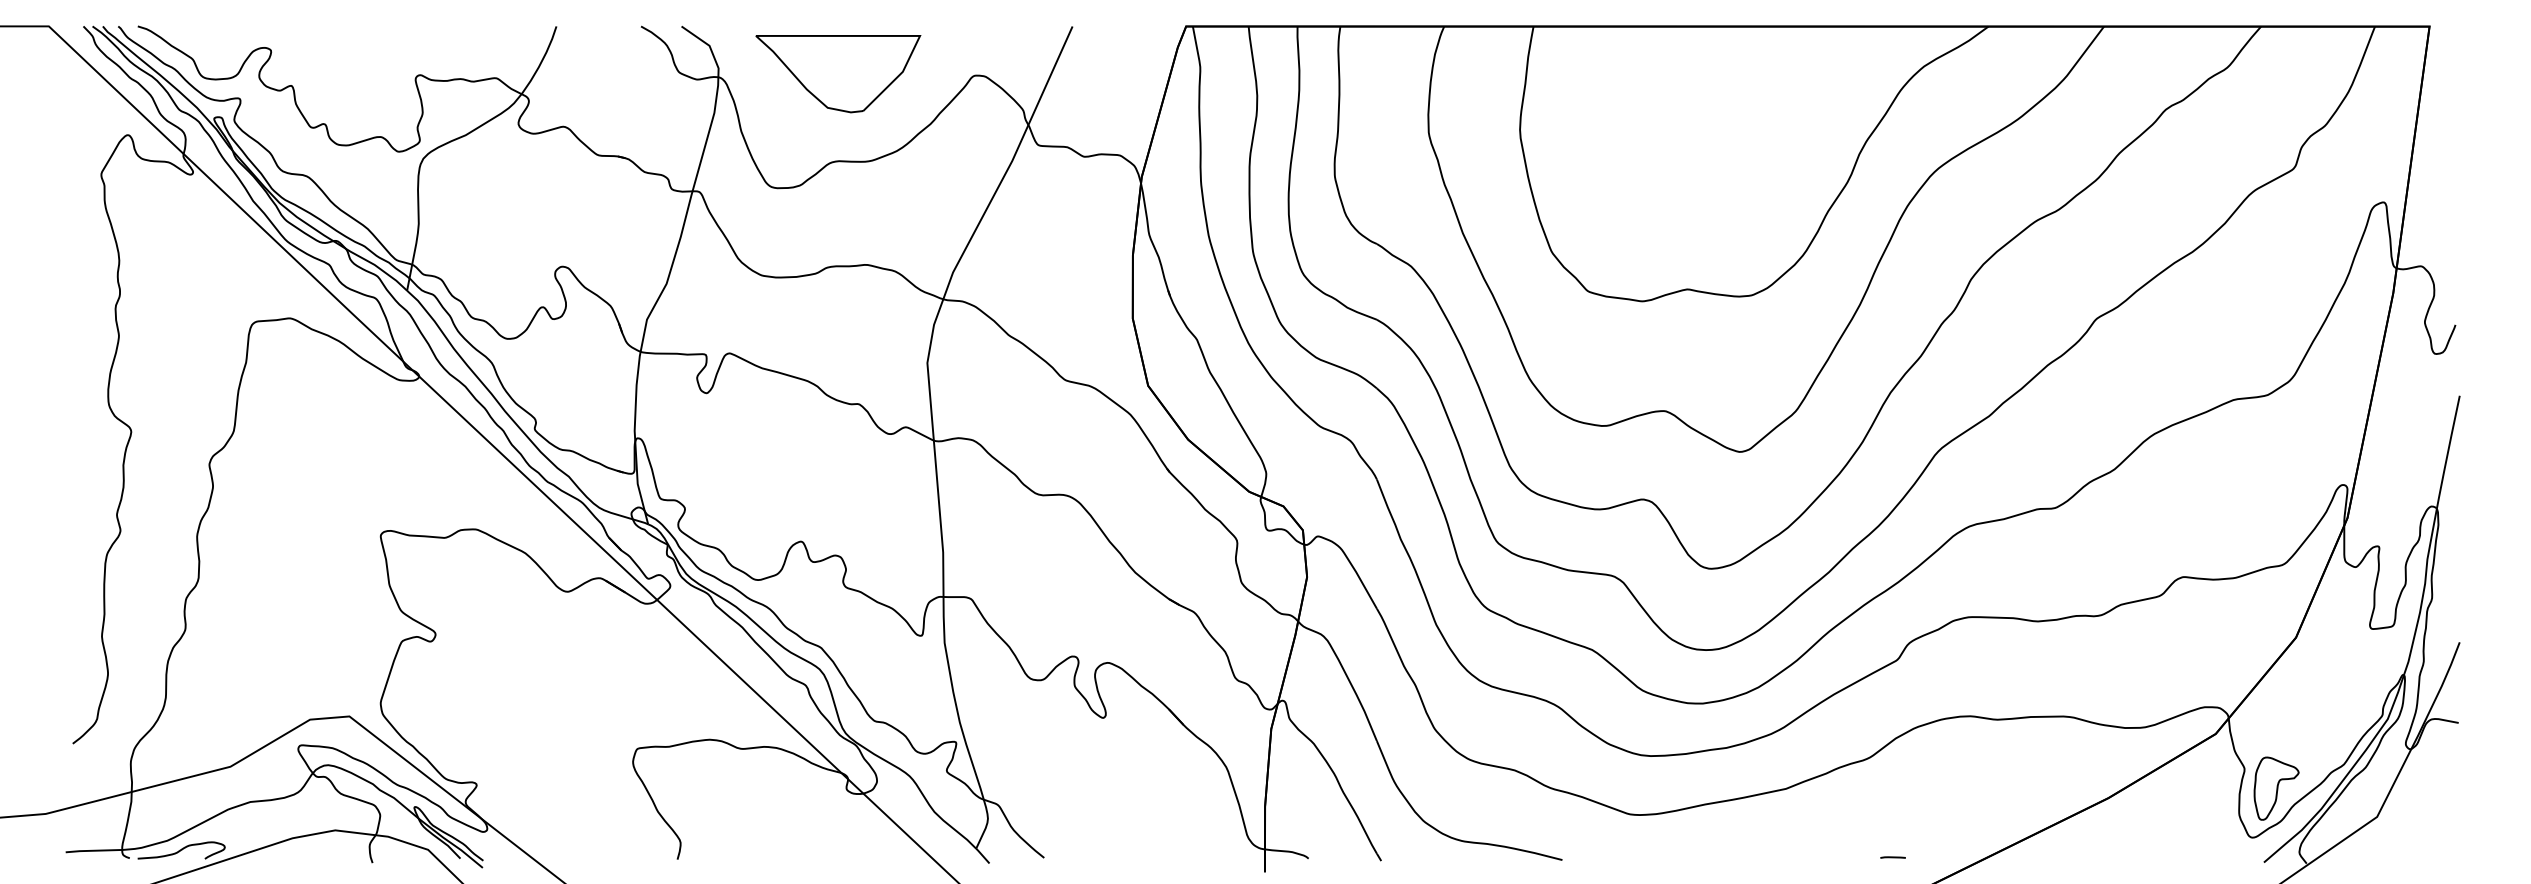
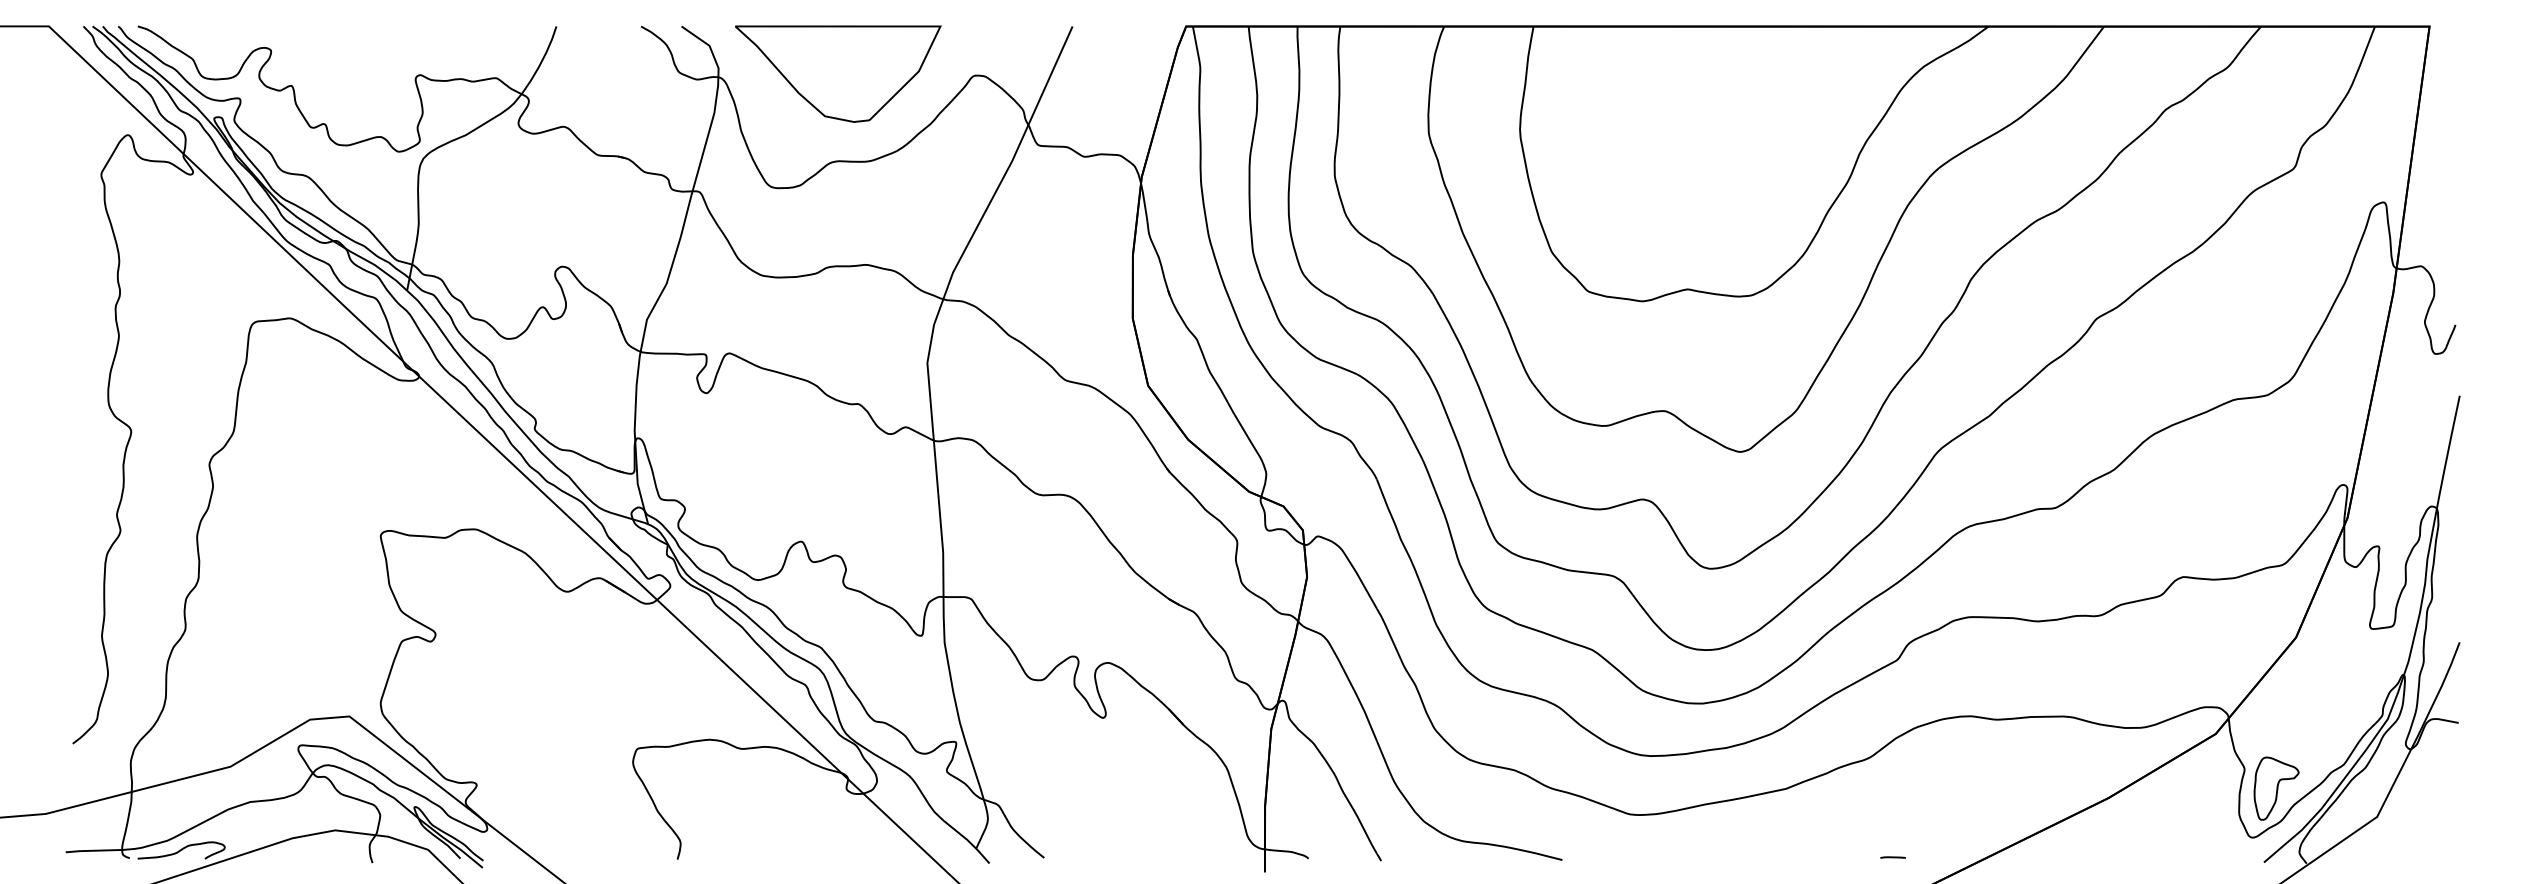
part at (838, 74) size: 167x79 px -> 207x98 px
